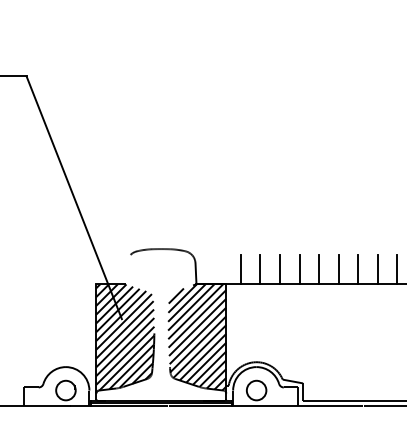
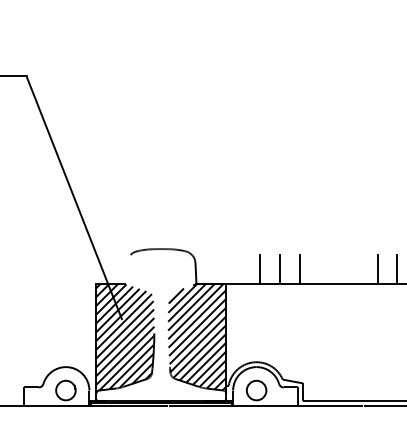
line at (240, 269): present -> none
line at (319, 269): present -> none
line at (338, 269): present -> none
line at (358, 269): present -> none
